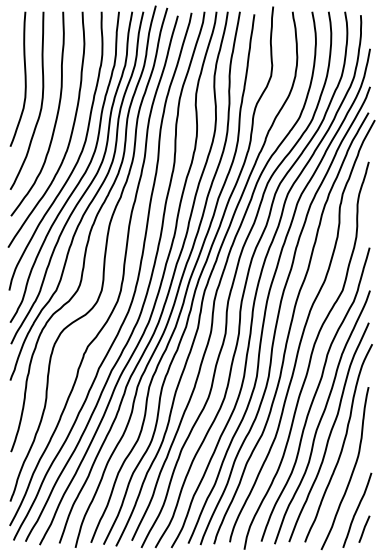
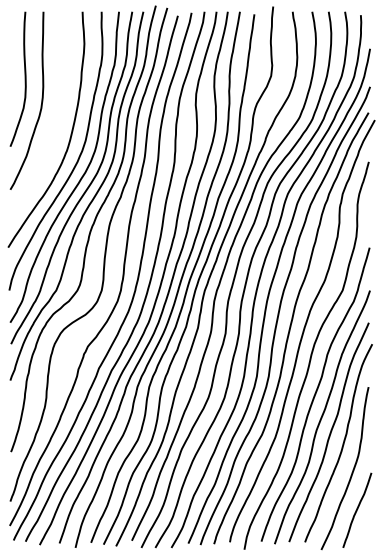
curve at (55, 118): present -> none
line at (364, 528): present -> none
